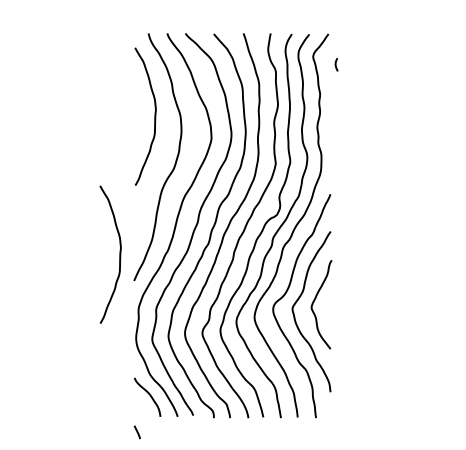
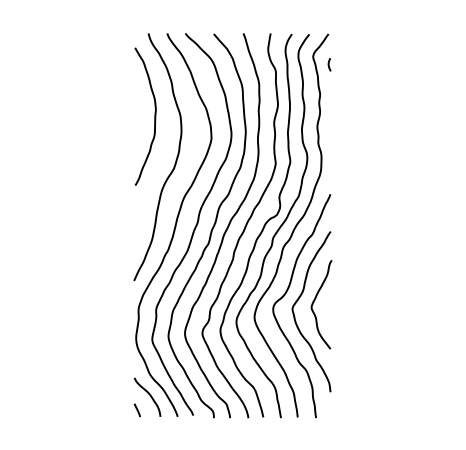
curve at (336, 64) position: (336, 64) -> (329, 64)
curve at (119, 254): present -> none
line at (136, 432) position: (136, 432) -> (136, 410)
